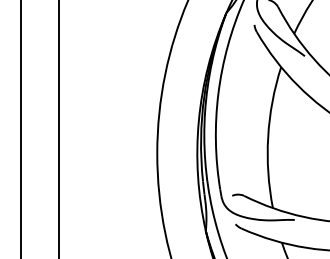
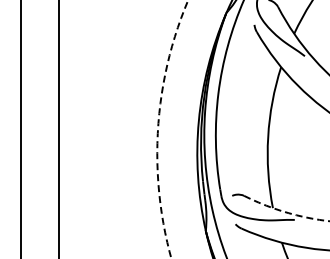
arc at (158, 128): solid -> dashed
arc at (286, 212): solid -> dashed
